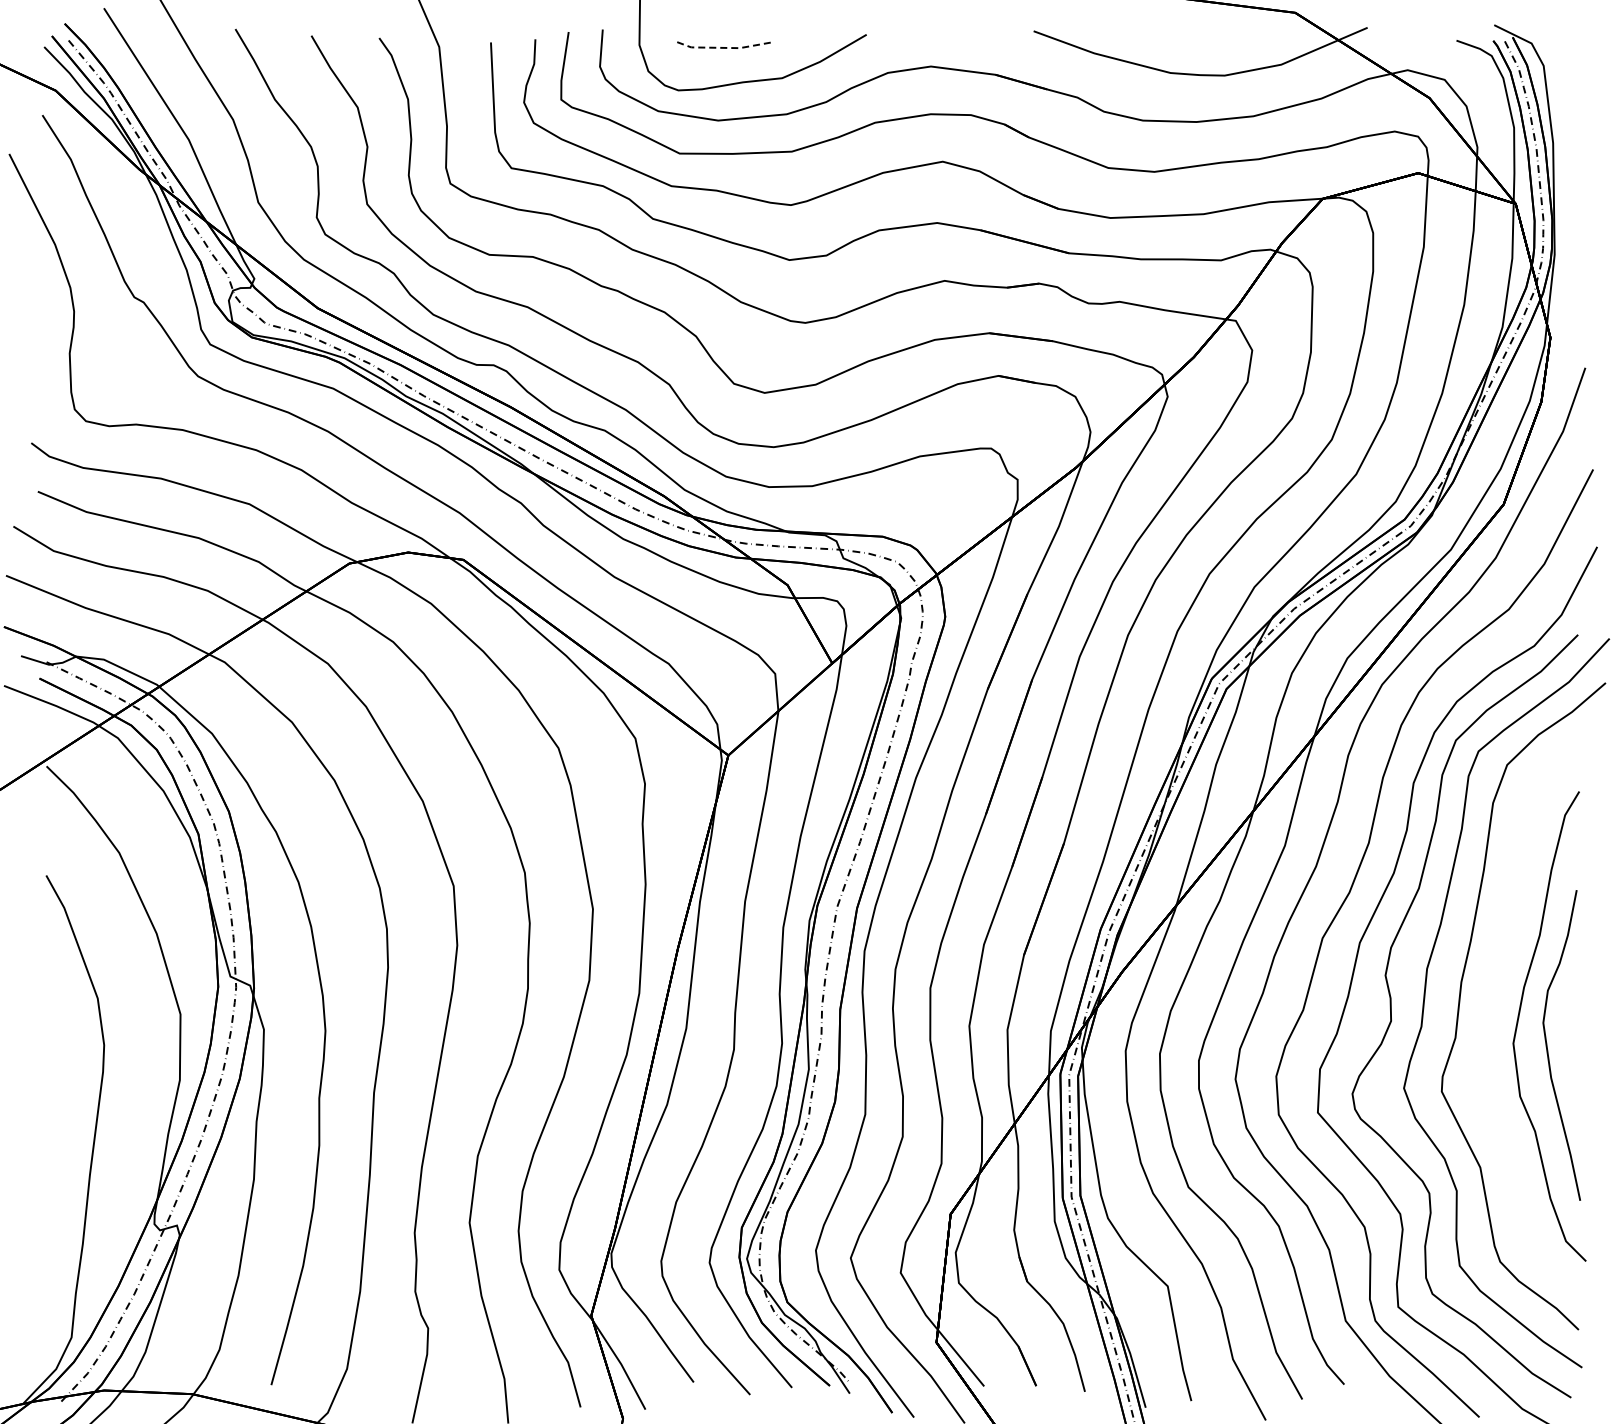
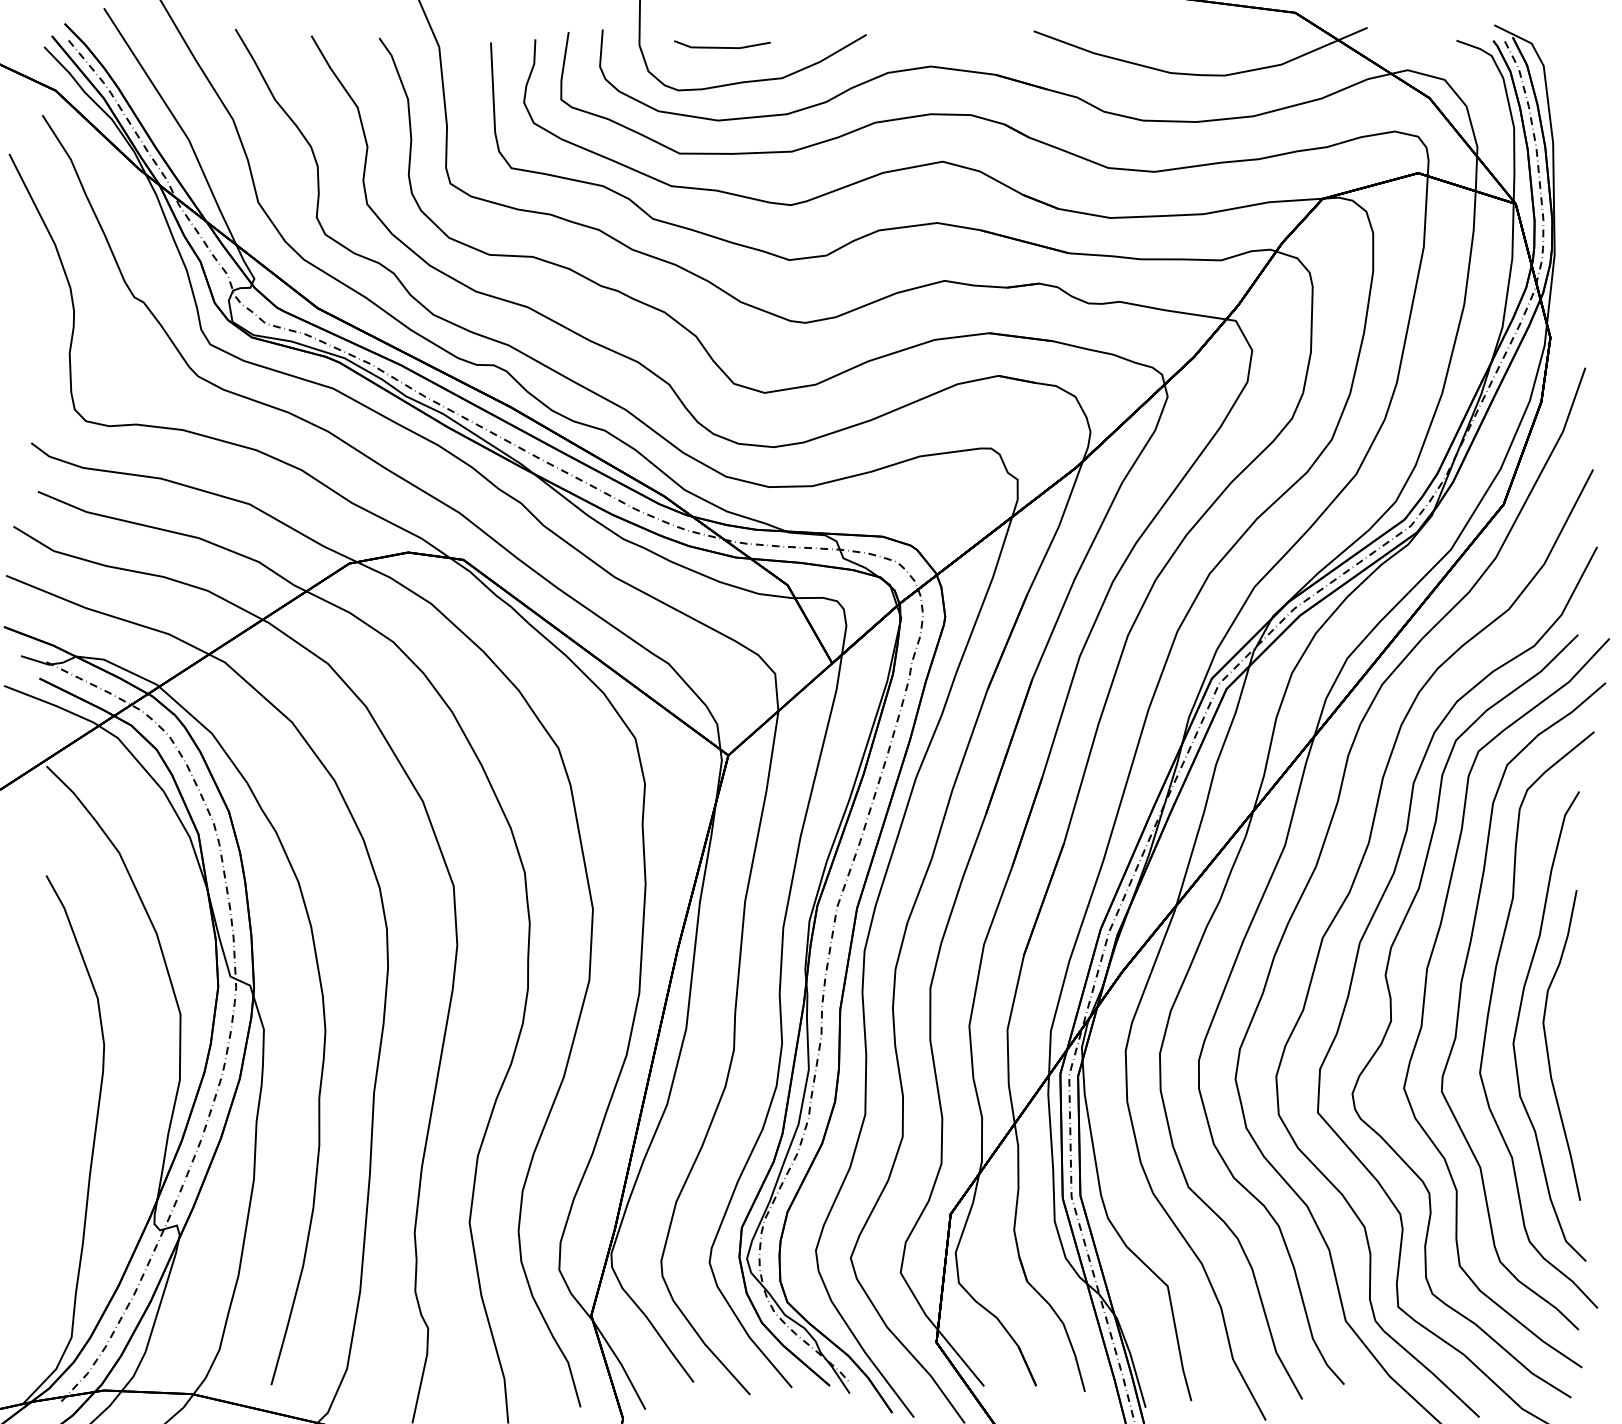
line at (721, 47): dashed -> solid
curve at (1489, 1013): none -> present
